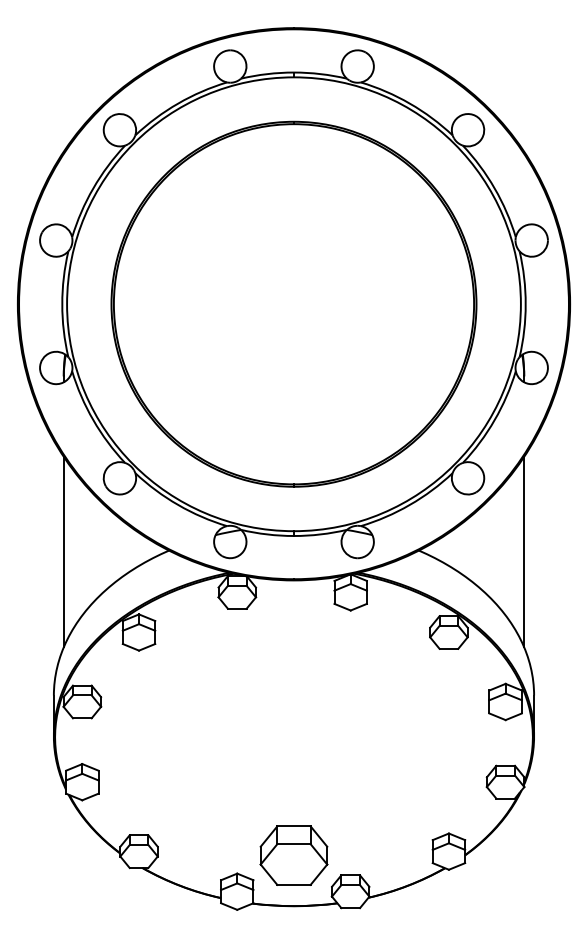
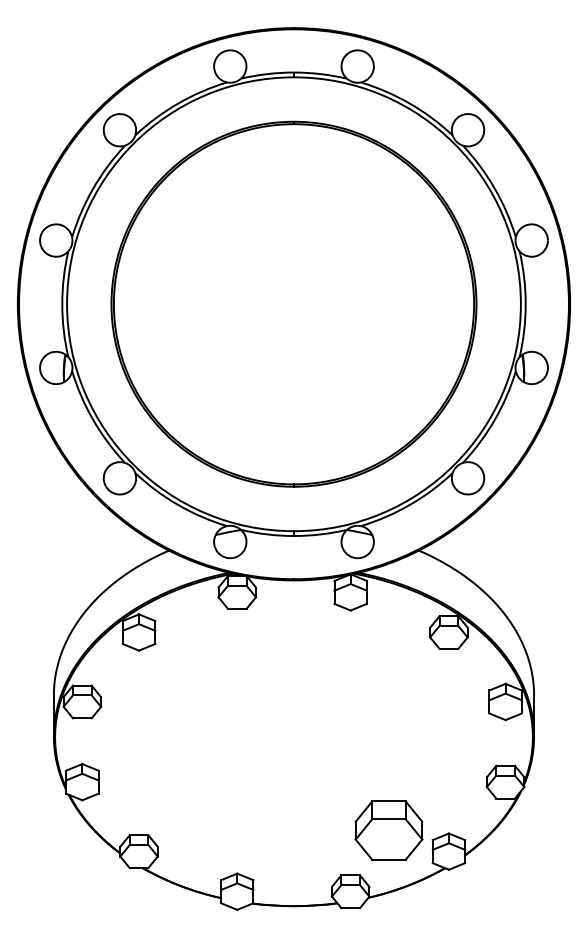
line at (63, 551): present -> none
line at (524, 551): present -> none
part at (293, 855) position: (293, 855) -> (388, 830)
